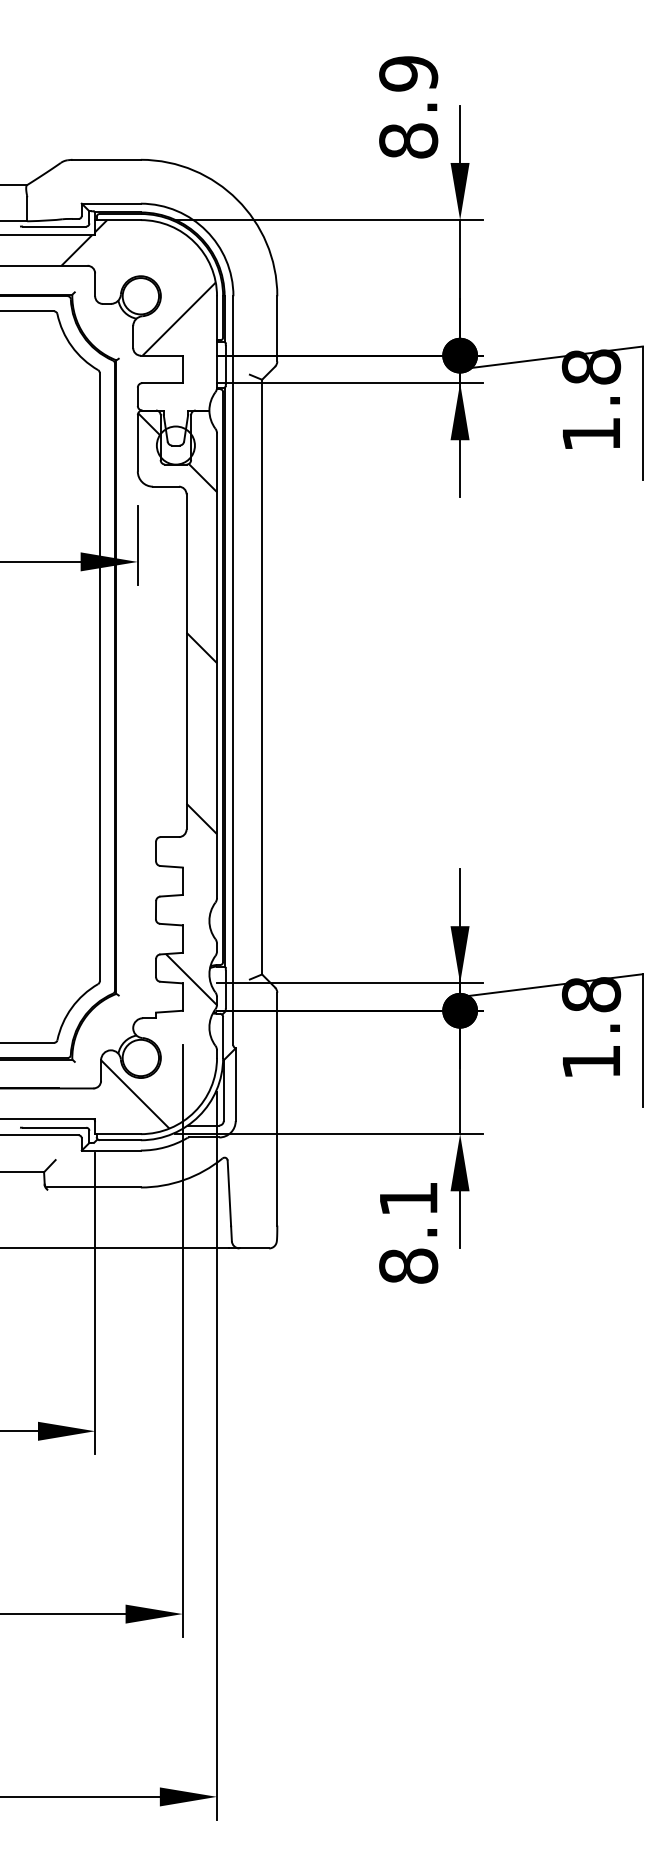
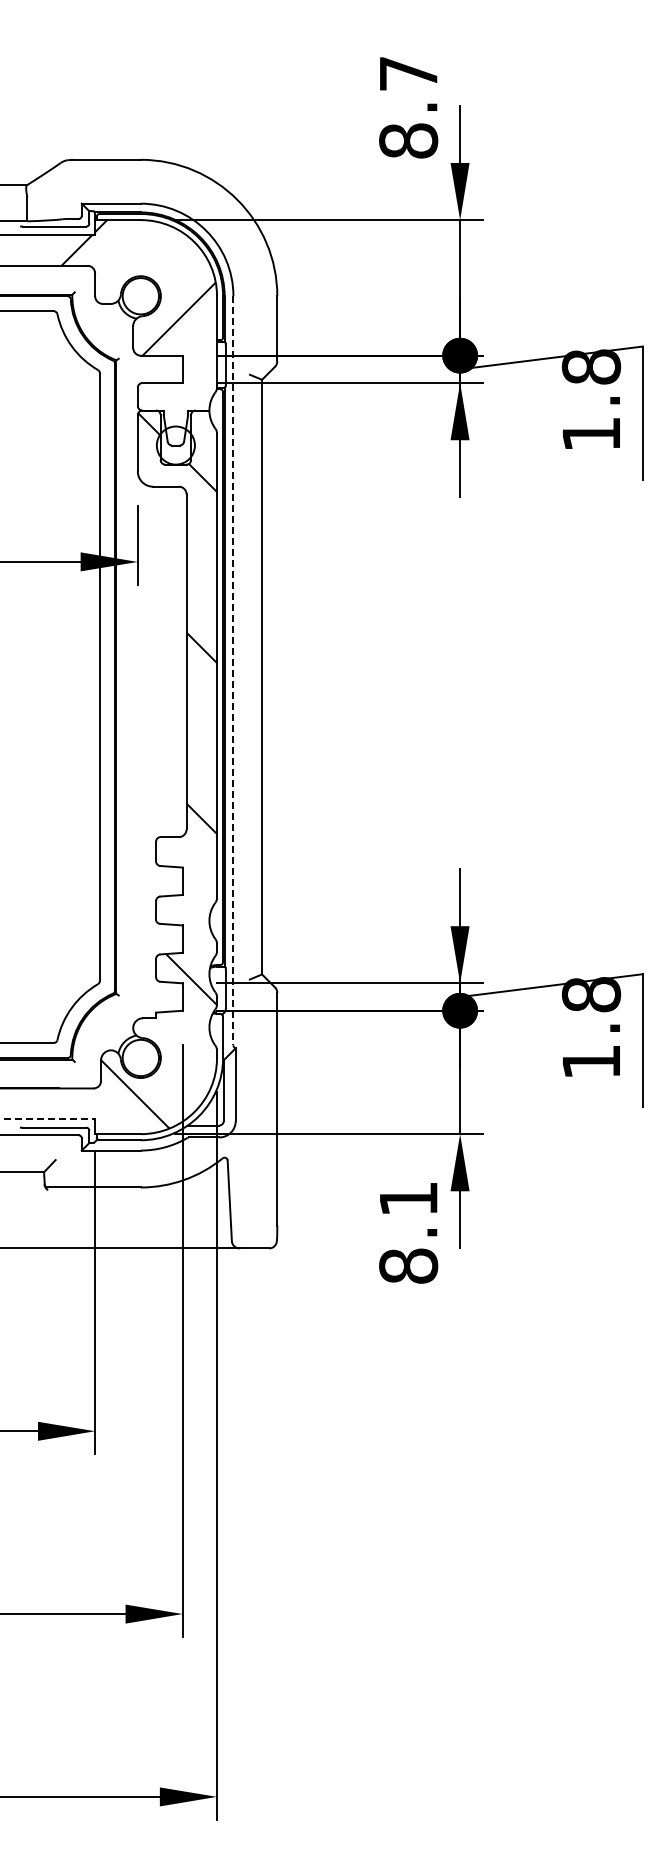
text at (408, 73): 8.9 -> 8.7
line at (233, 670): solid -> dashed
line at (48, 1118): solid -> dashed
